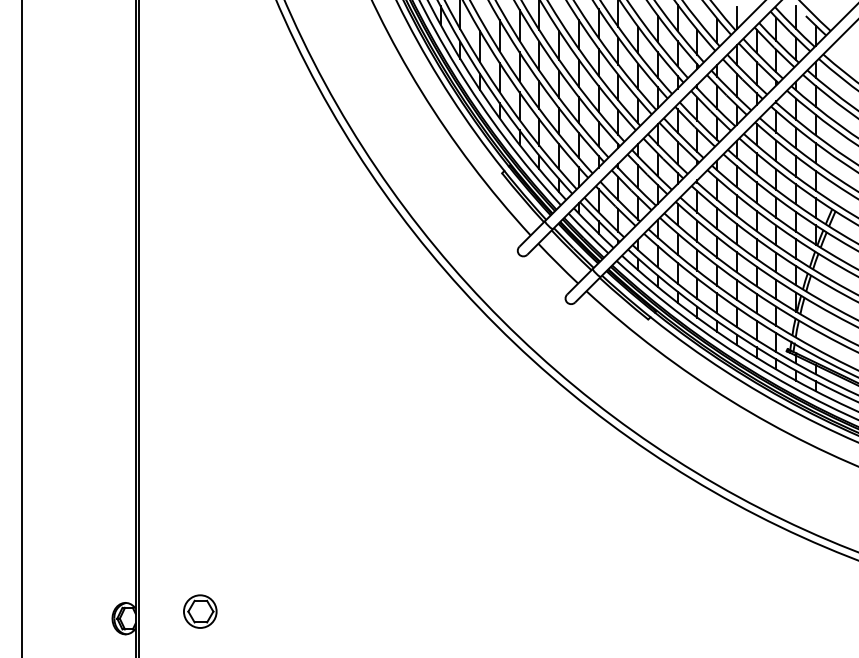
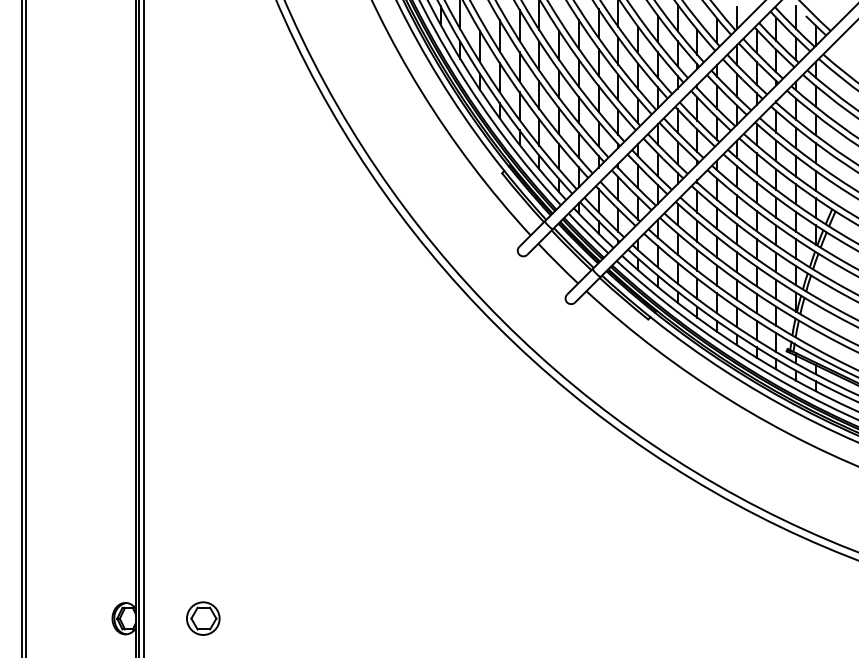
line at (25, 328): none -> present
line at (143, 328): none -> present
part at (200, 611) position: (200, 611) -> (203, 618)
